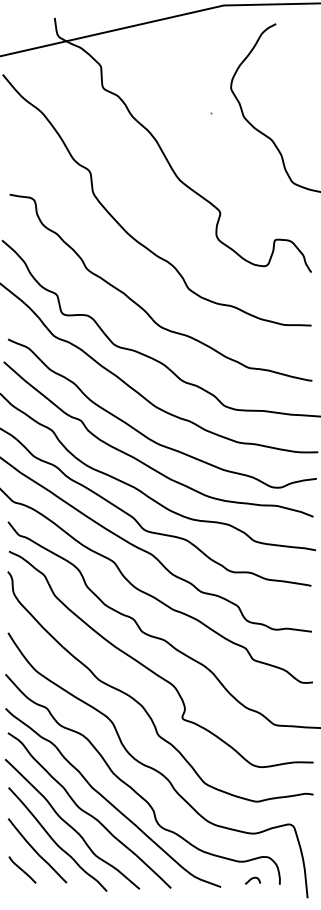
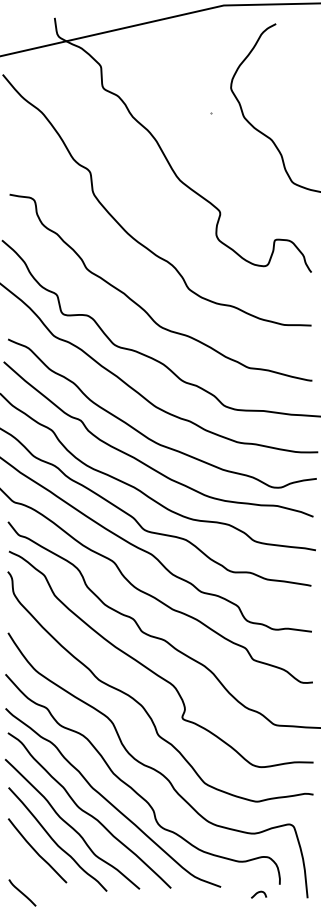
line at (22, 869) position: (22, 869) -> (22, 892)
curve at (252, 879) position: (252, 879) -> (258, 893)
